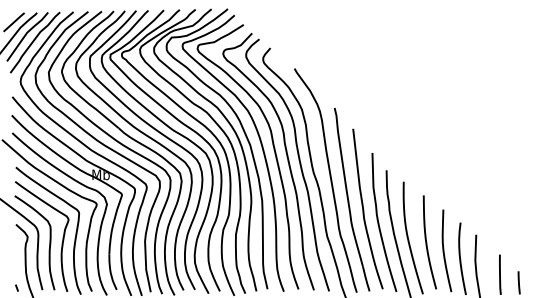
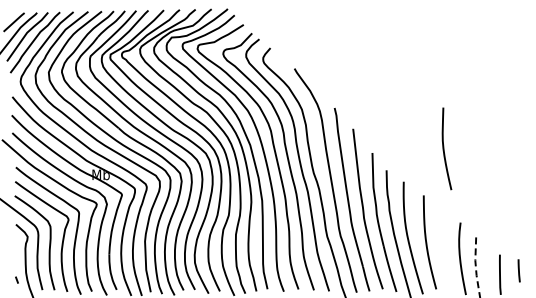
curve at (444, 250) position: (444, 250) -> (444, 148)
line at (475, 266): solid -> dashed
line at (518, 282) position: (518, 282) -> (518, 270)
line at (16, 287) position: (16, 287) -> (16, 279)
